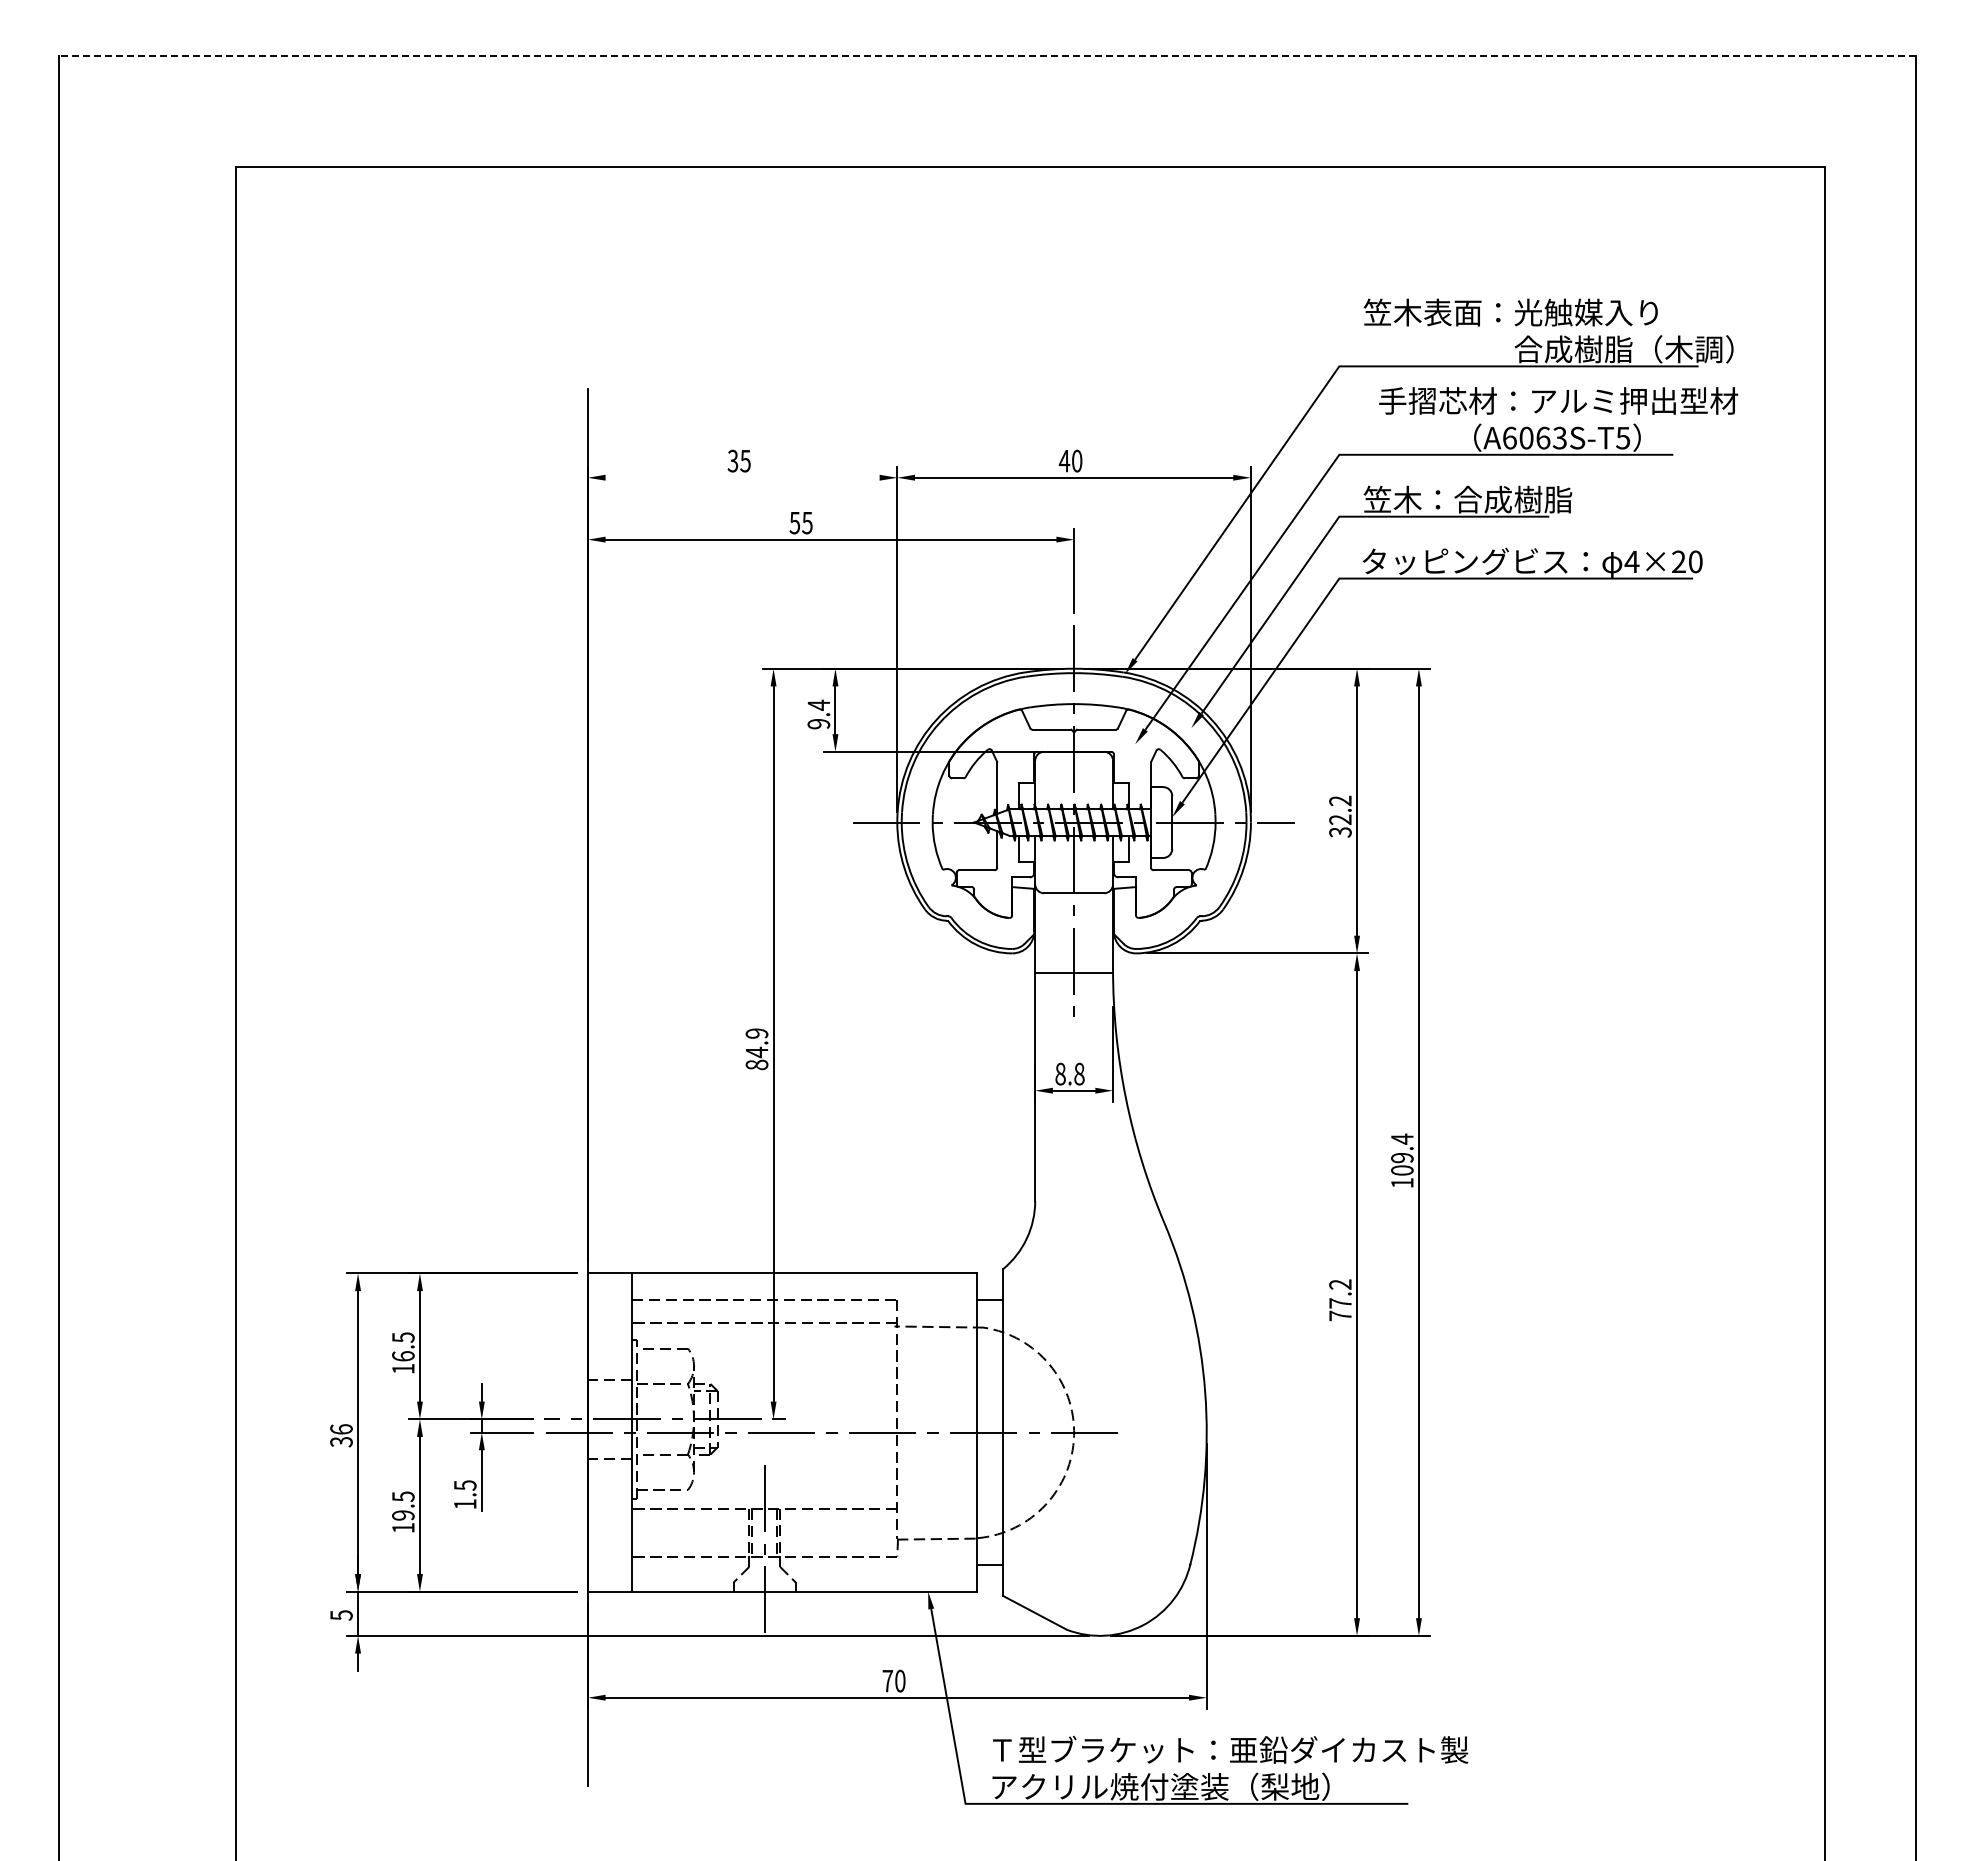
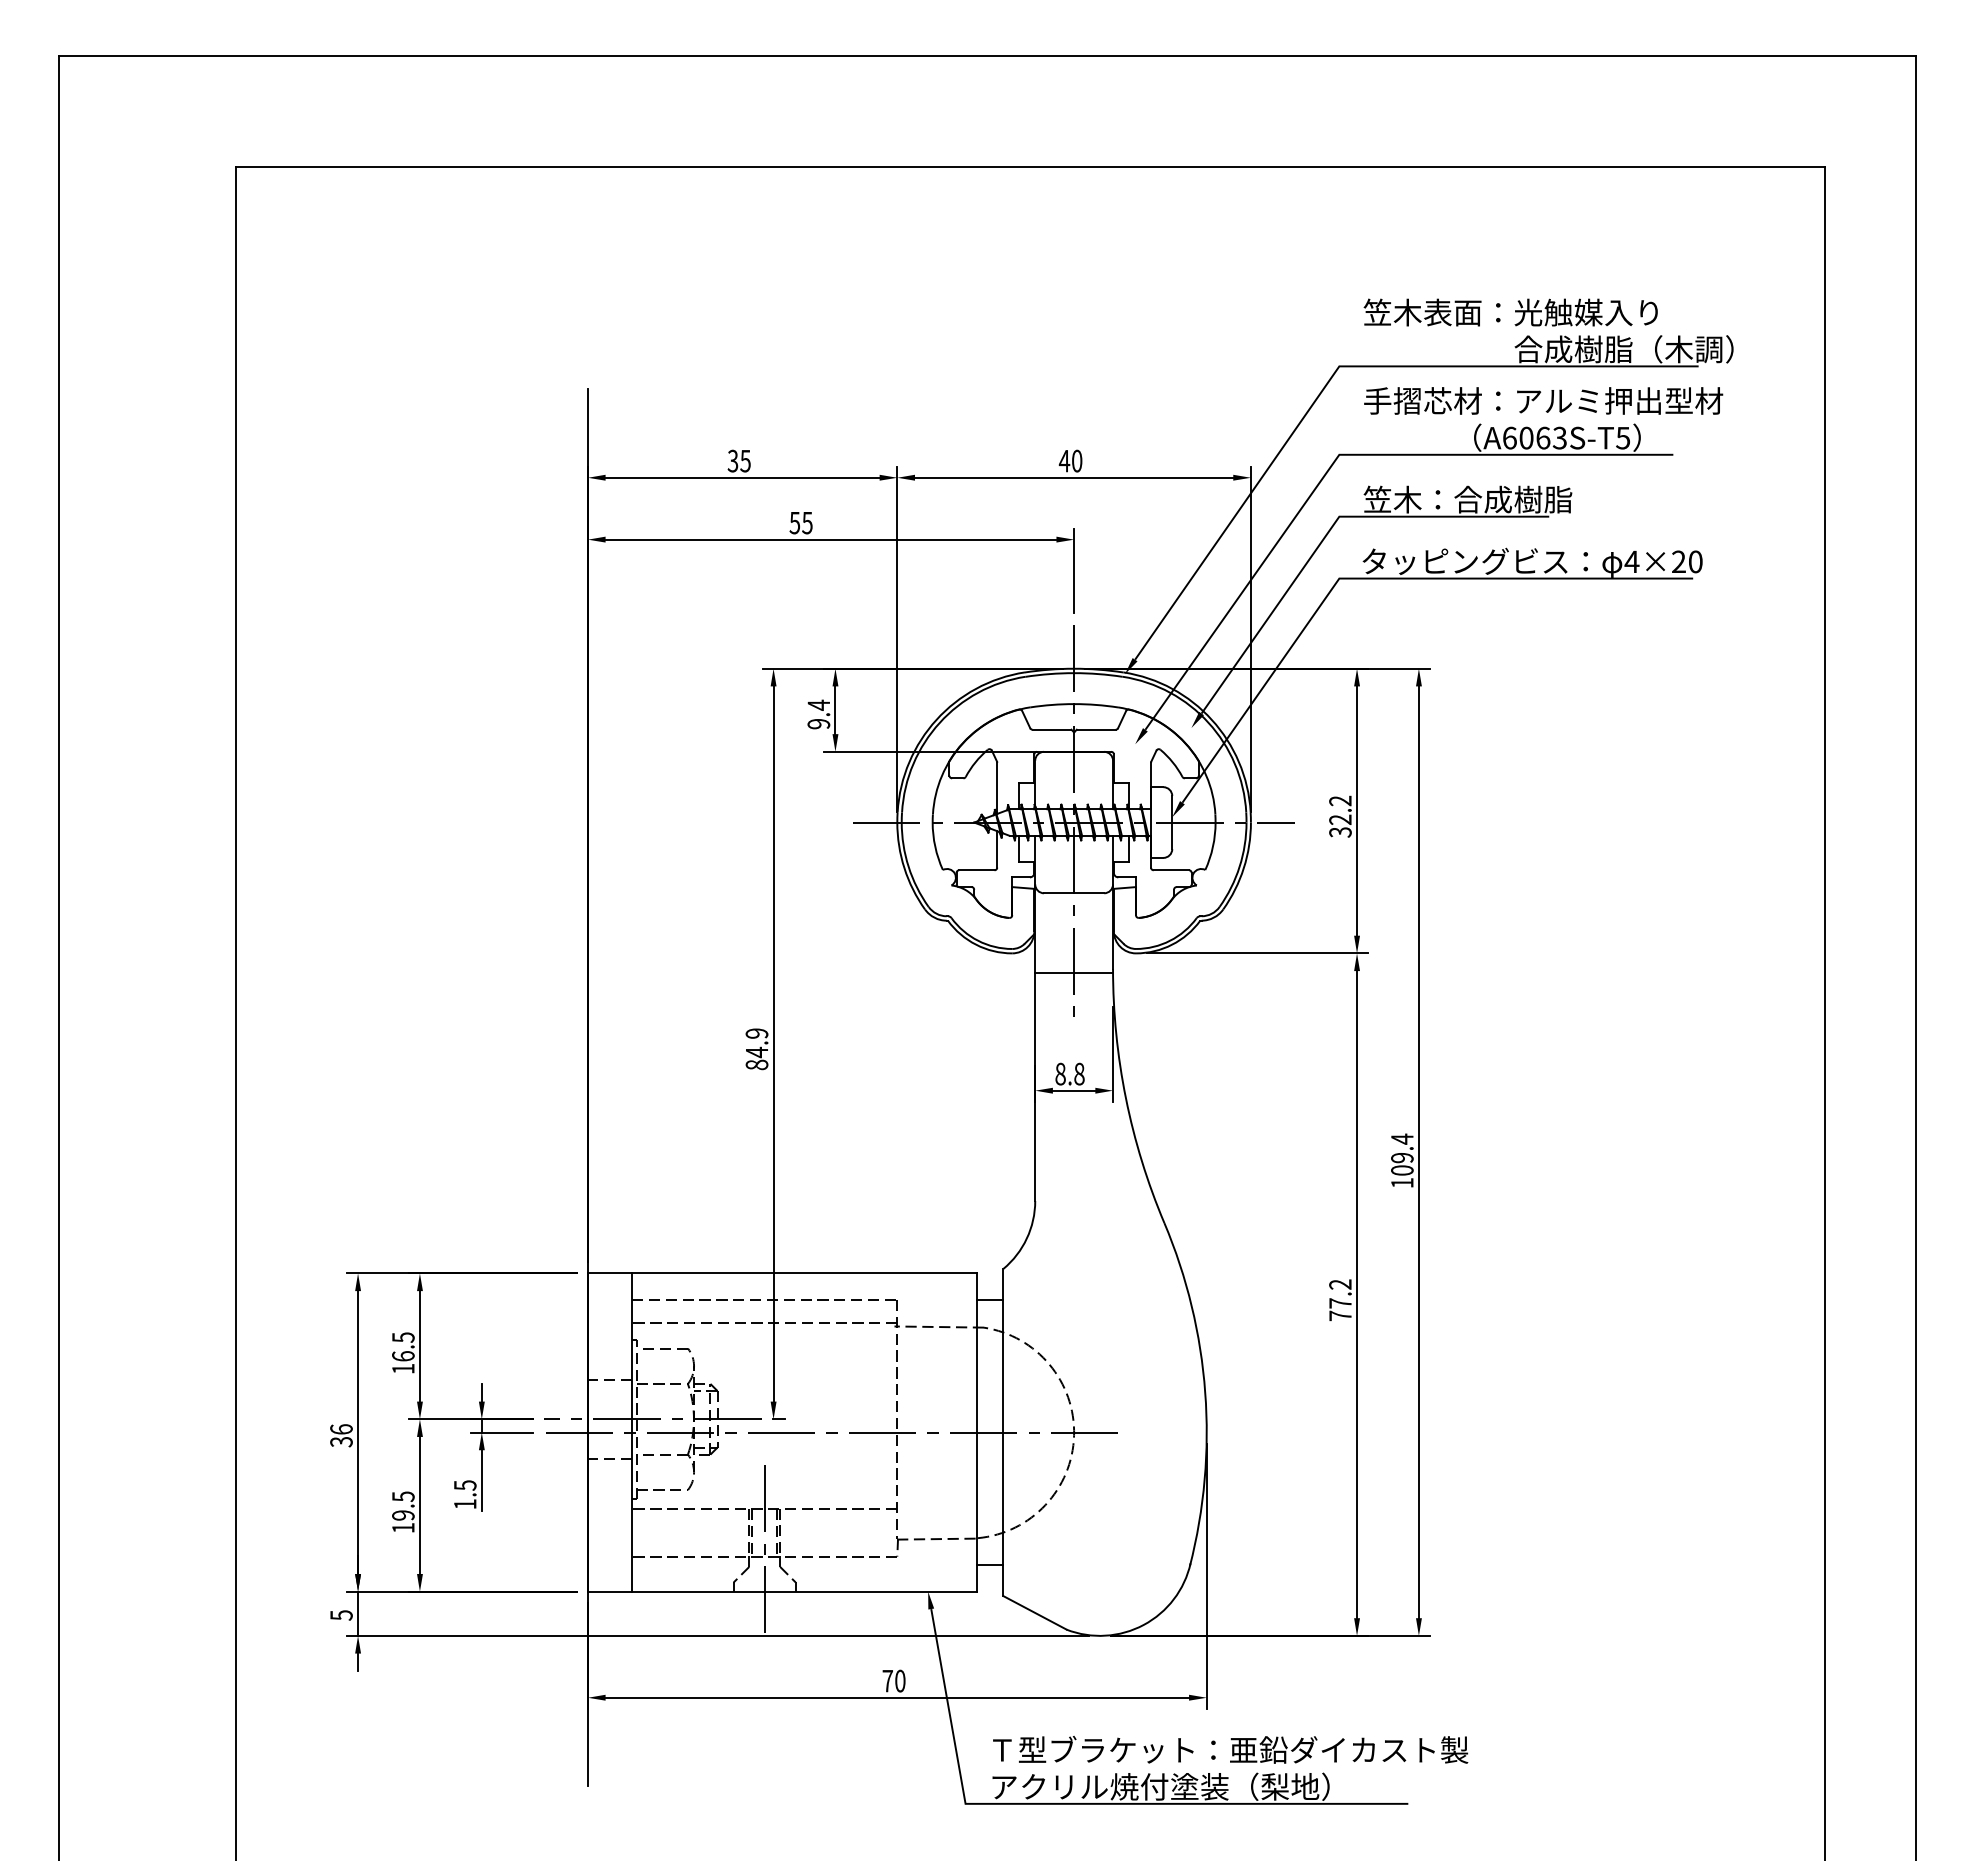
line at (987, 55): dashed -> solid
text at (1558, 400) position: (1558, 400) -> (1543, 400)
line at (742, 477): none -> present
